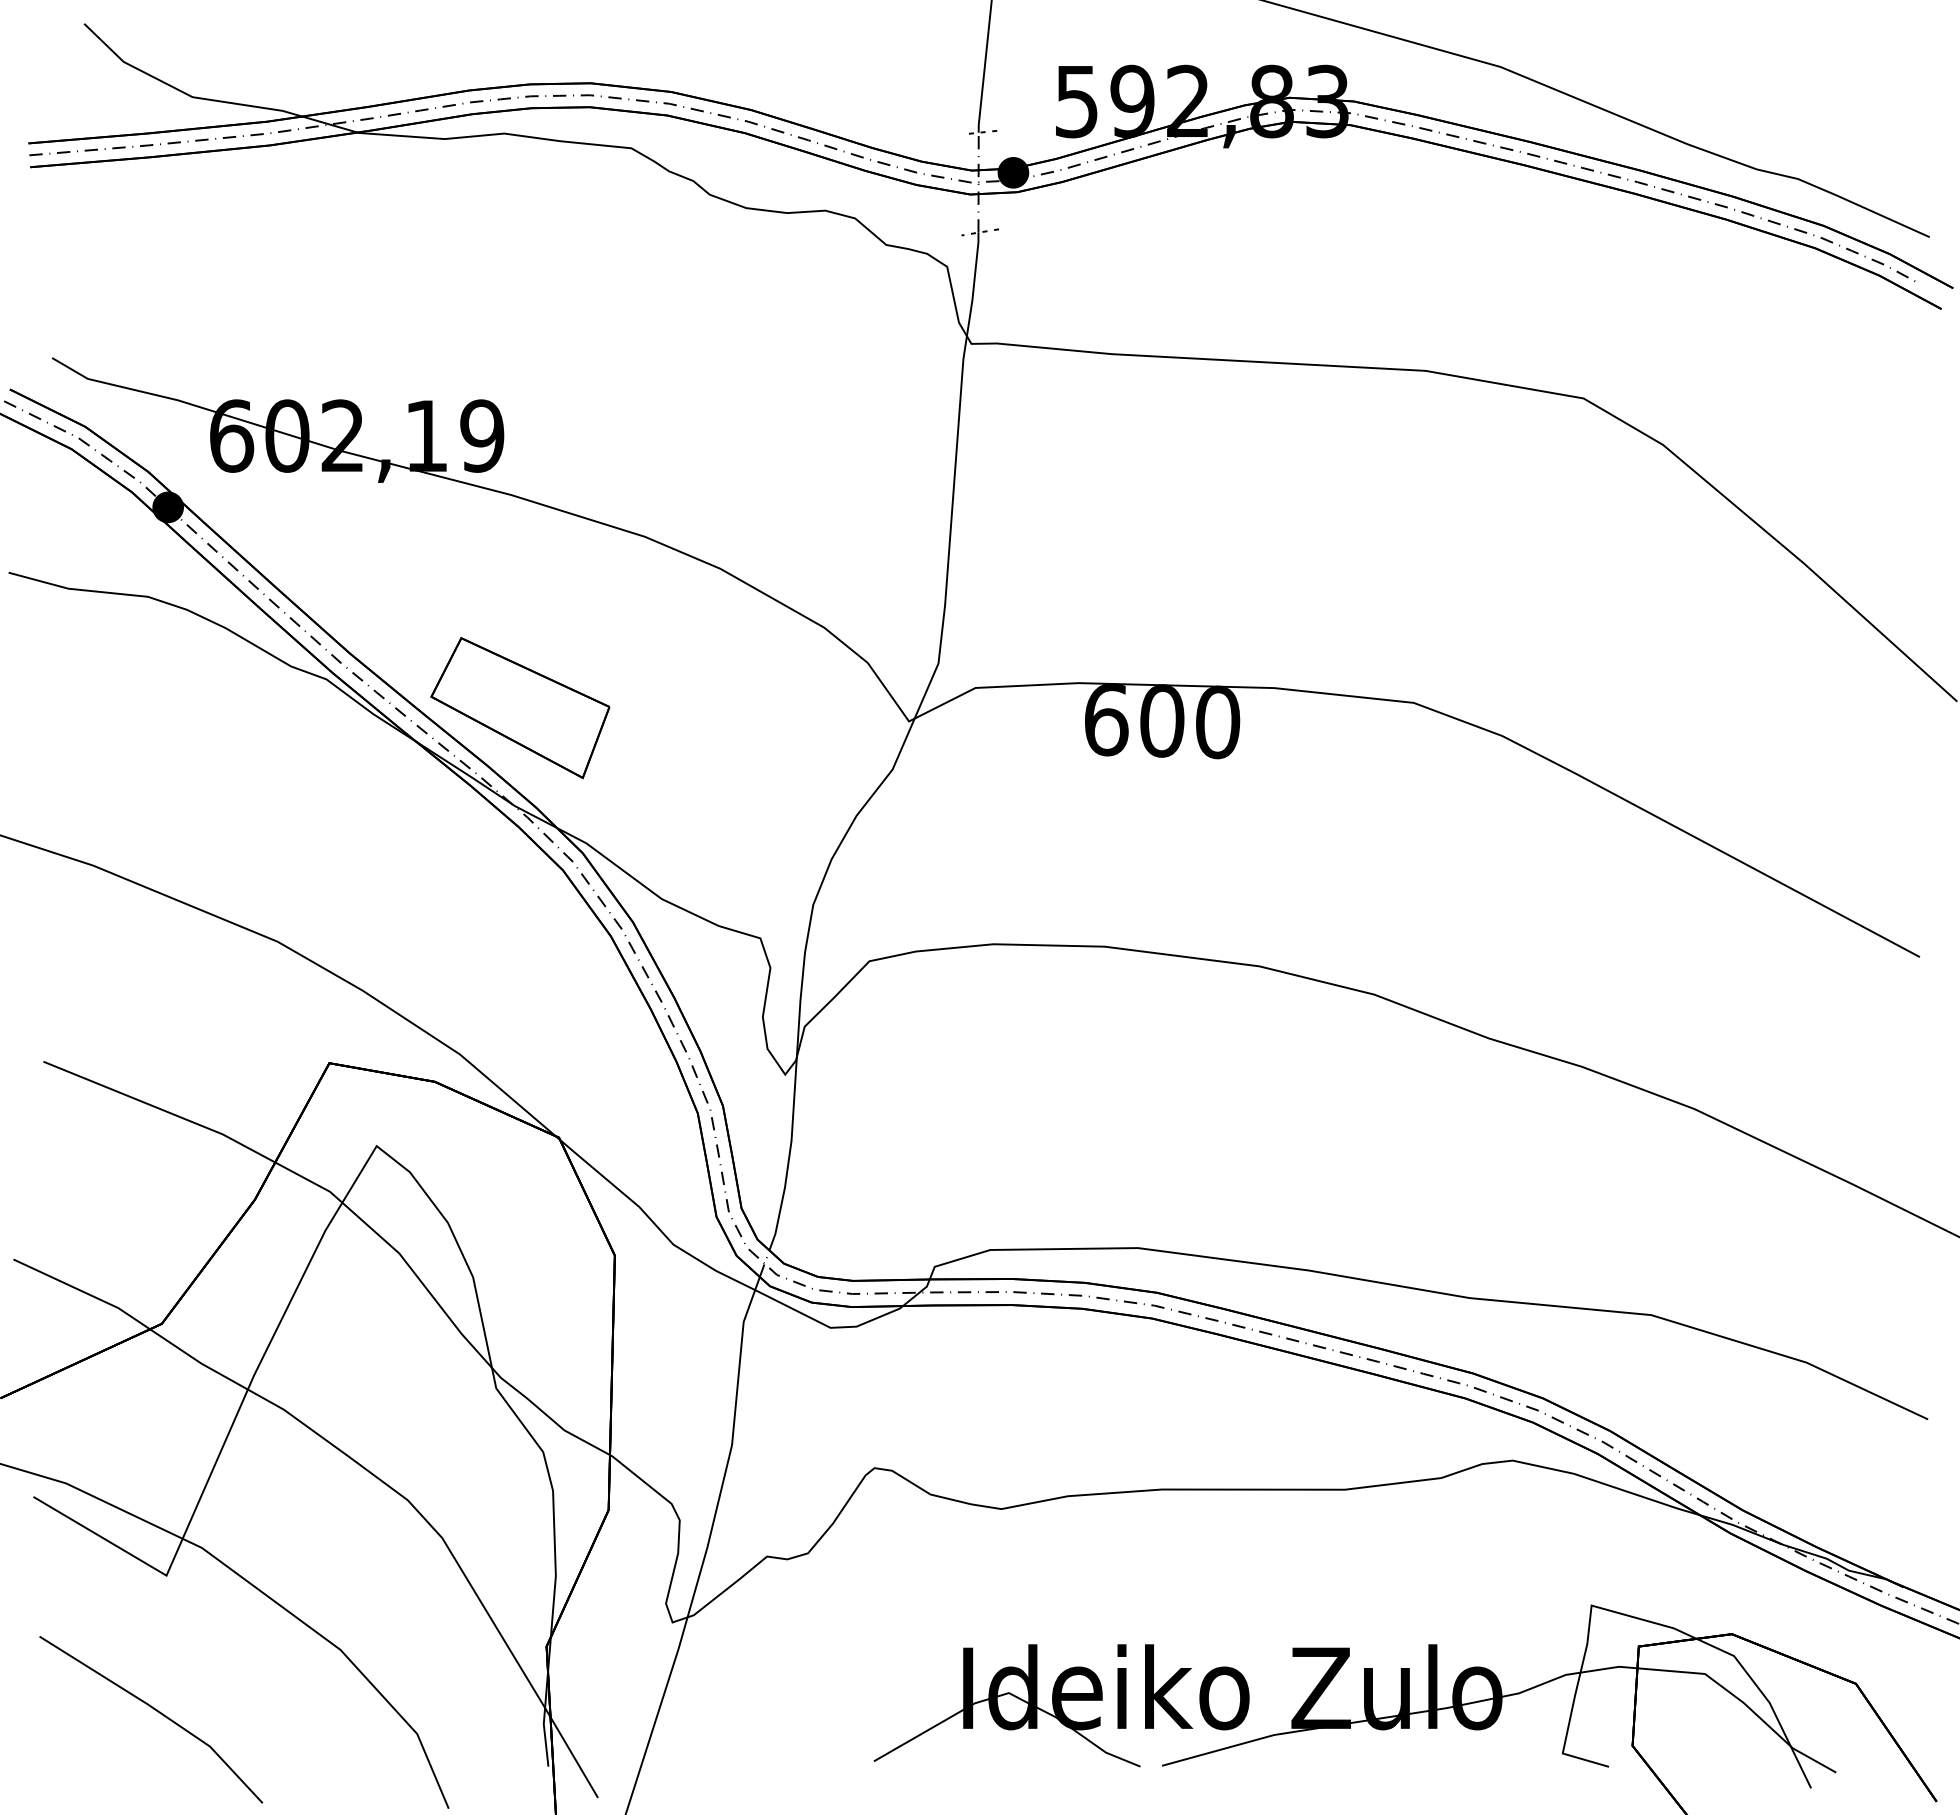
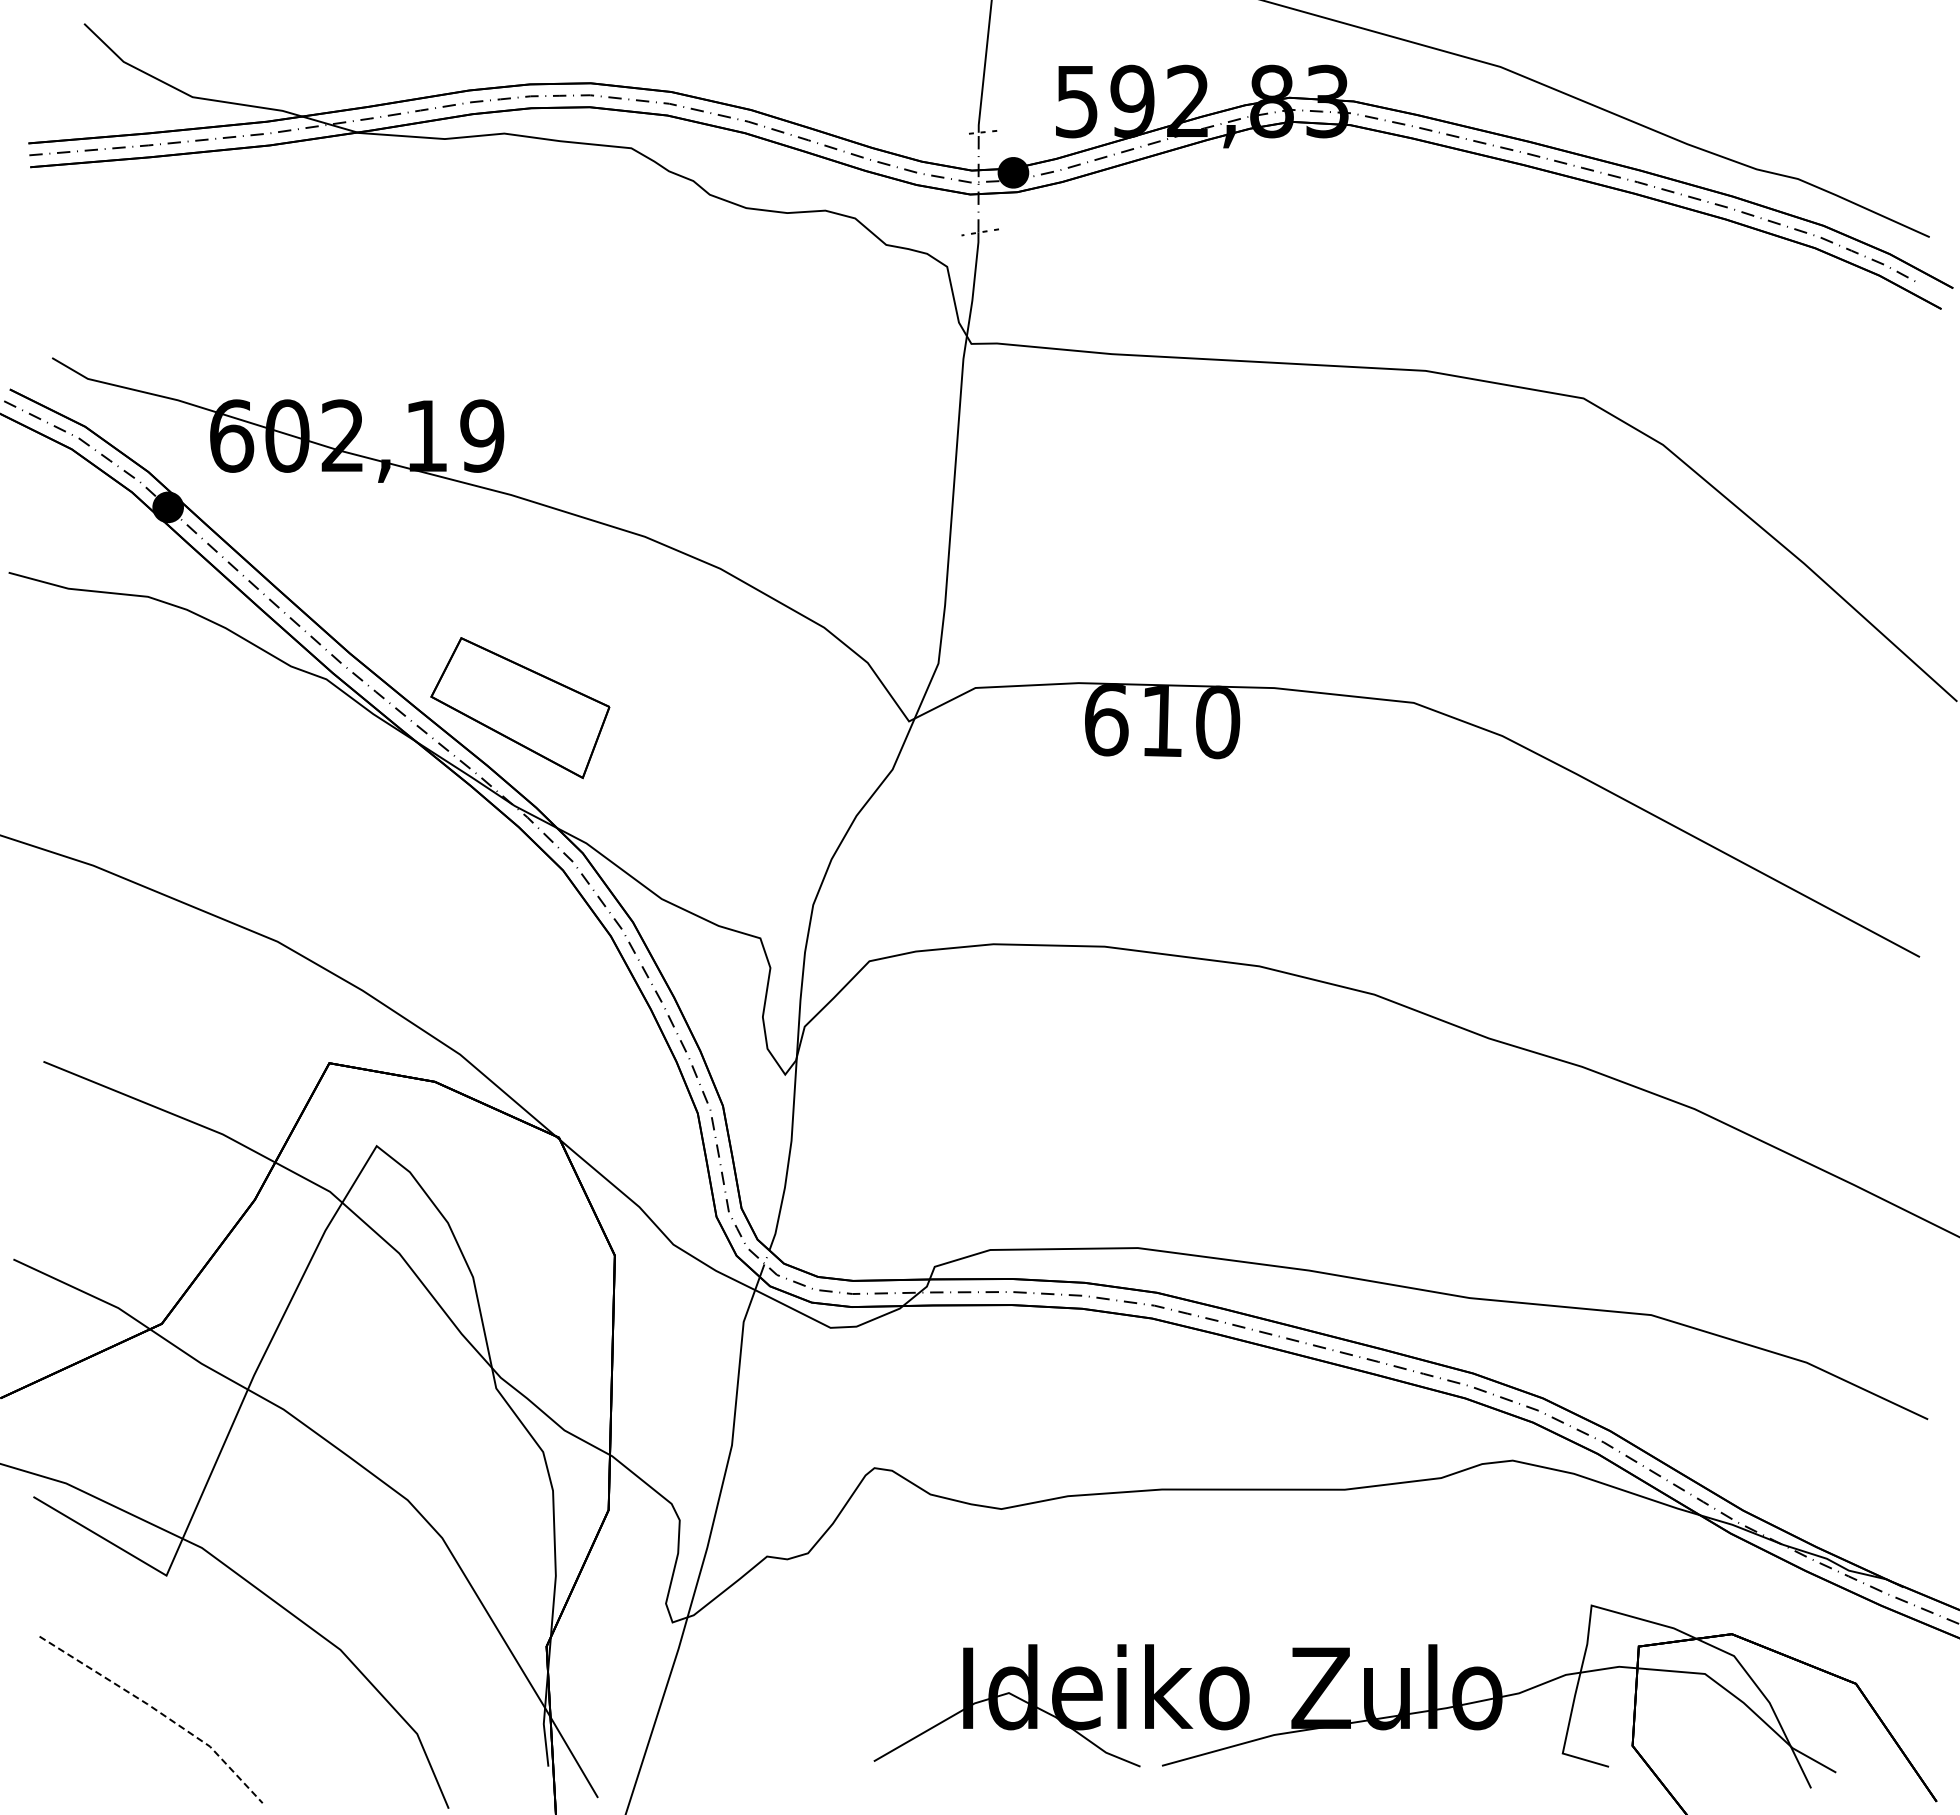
text at (1162, 720): 600 -> 610
line at (158, 1711): solid -> dashed
